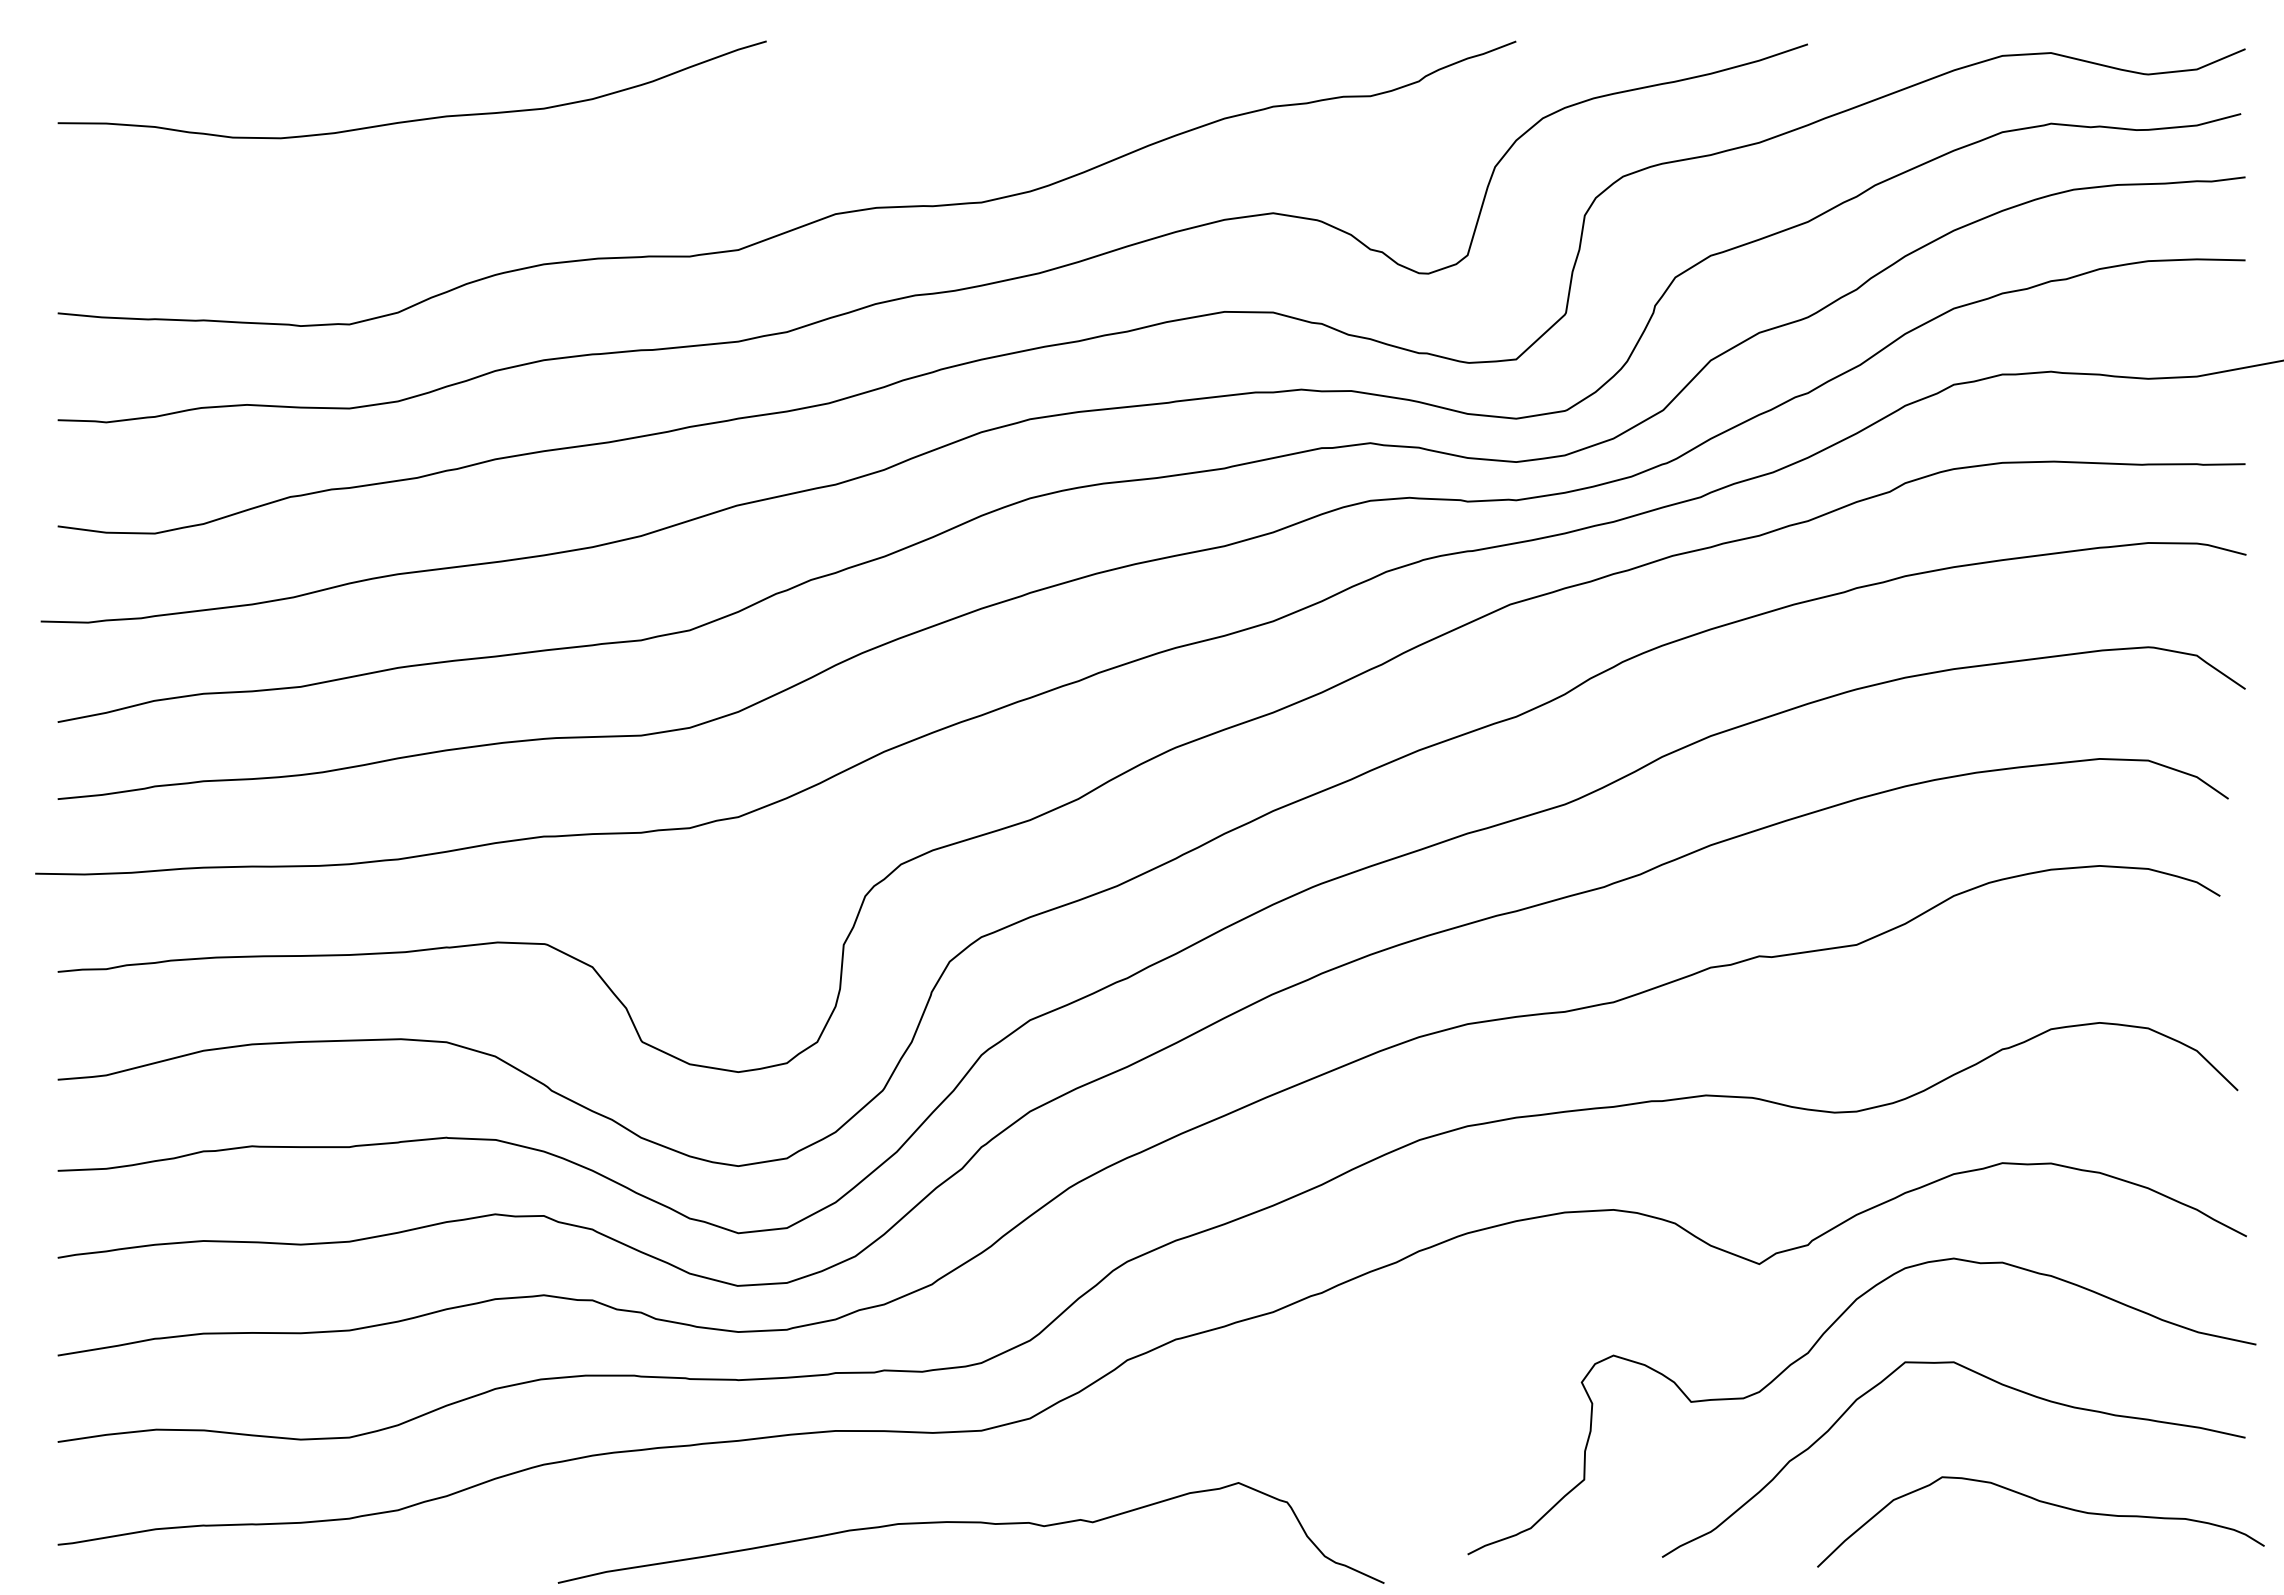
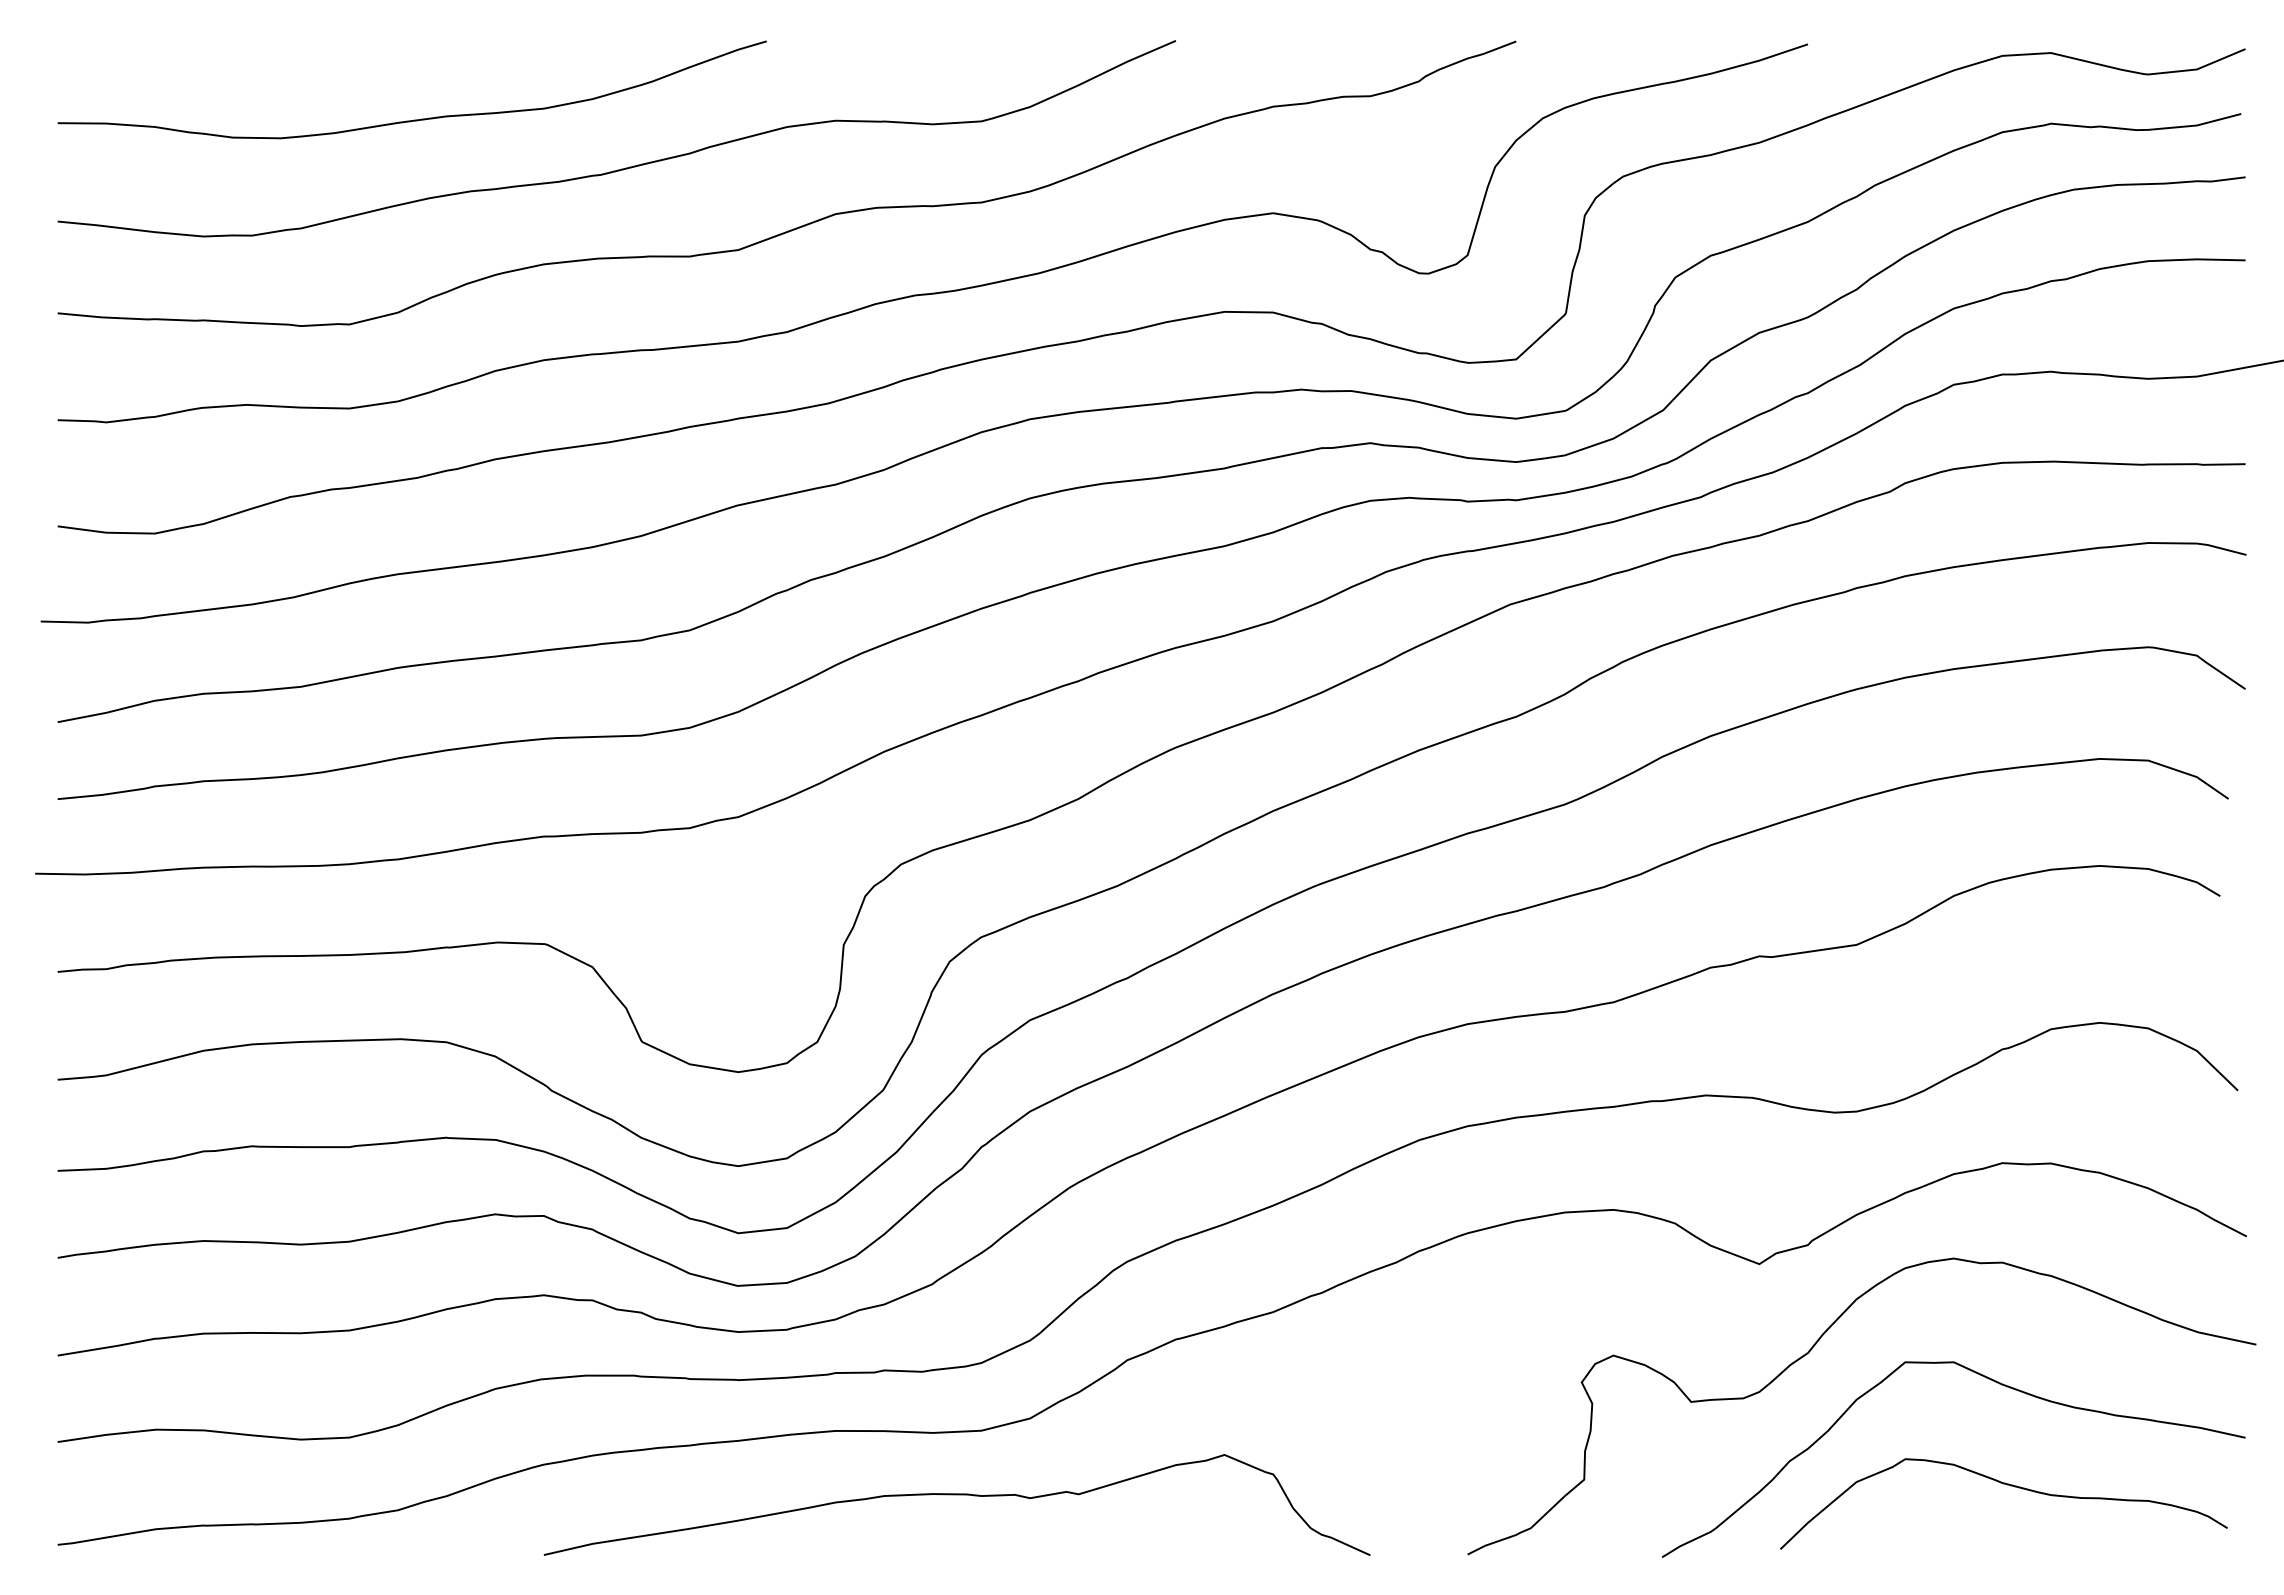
curve at (625, 167): none -> present
curve at (2044, 1503) position: (2044, 1503) -> (2007, 1485)
curve at (970, 1523) position: (970, 1523) -> (956, 1495)
